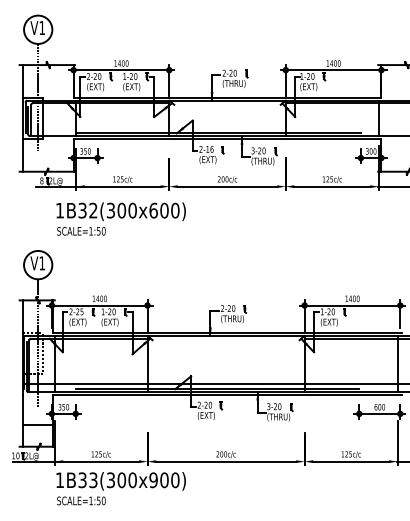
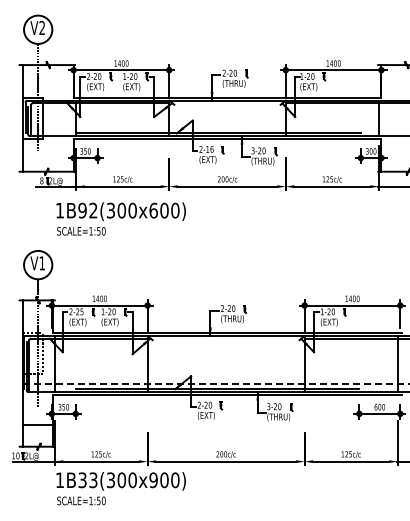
text at (41, 27): V1 -> V2
text at (82, 210): 1B32(300x600) -> 1B92(300x600)
line at (216, 384): solid -> dashed
